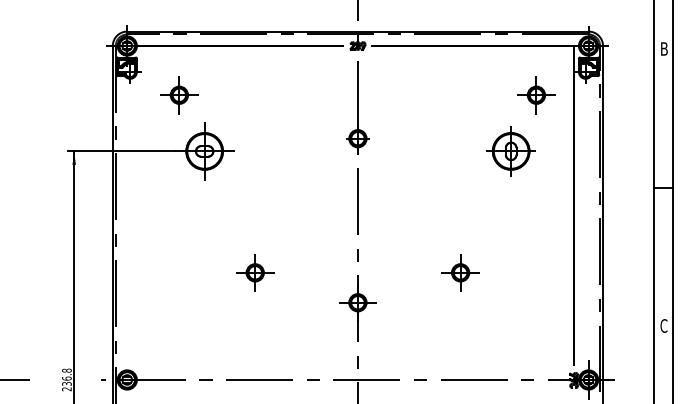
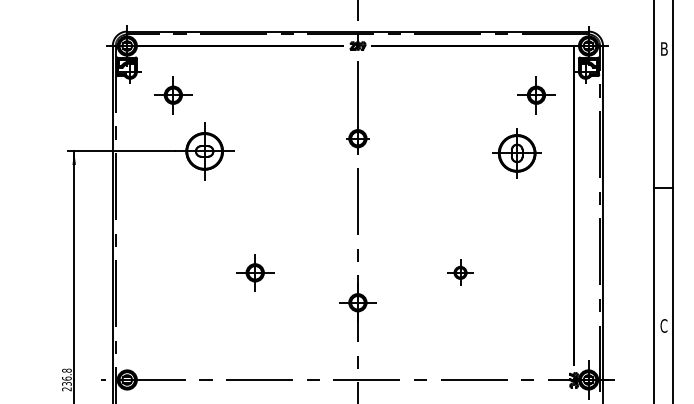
part at (179, 95) position: (179, 95) -> (173, 95)
part at (510, 151) position: (510, 151) -> (516, 153)
part at (460, 272) size: 39x38 px -> 27x27 px
line at (15, 379): present -> none
